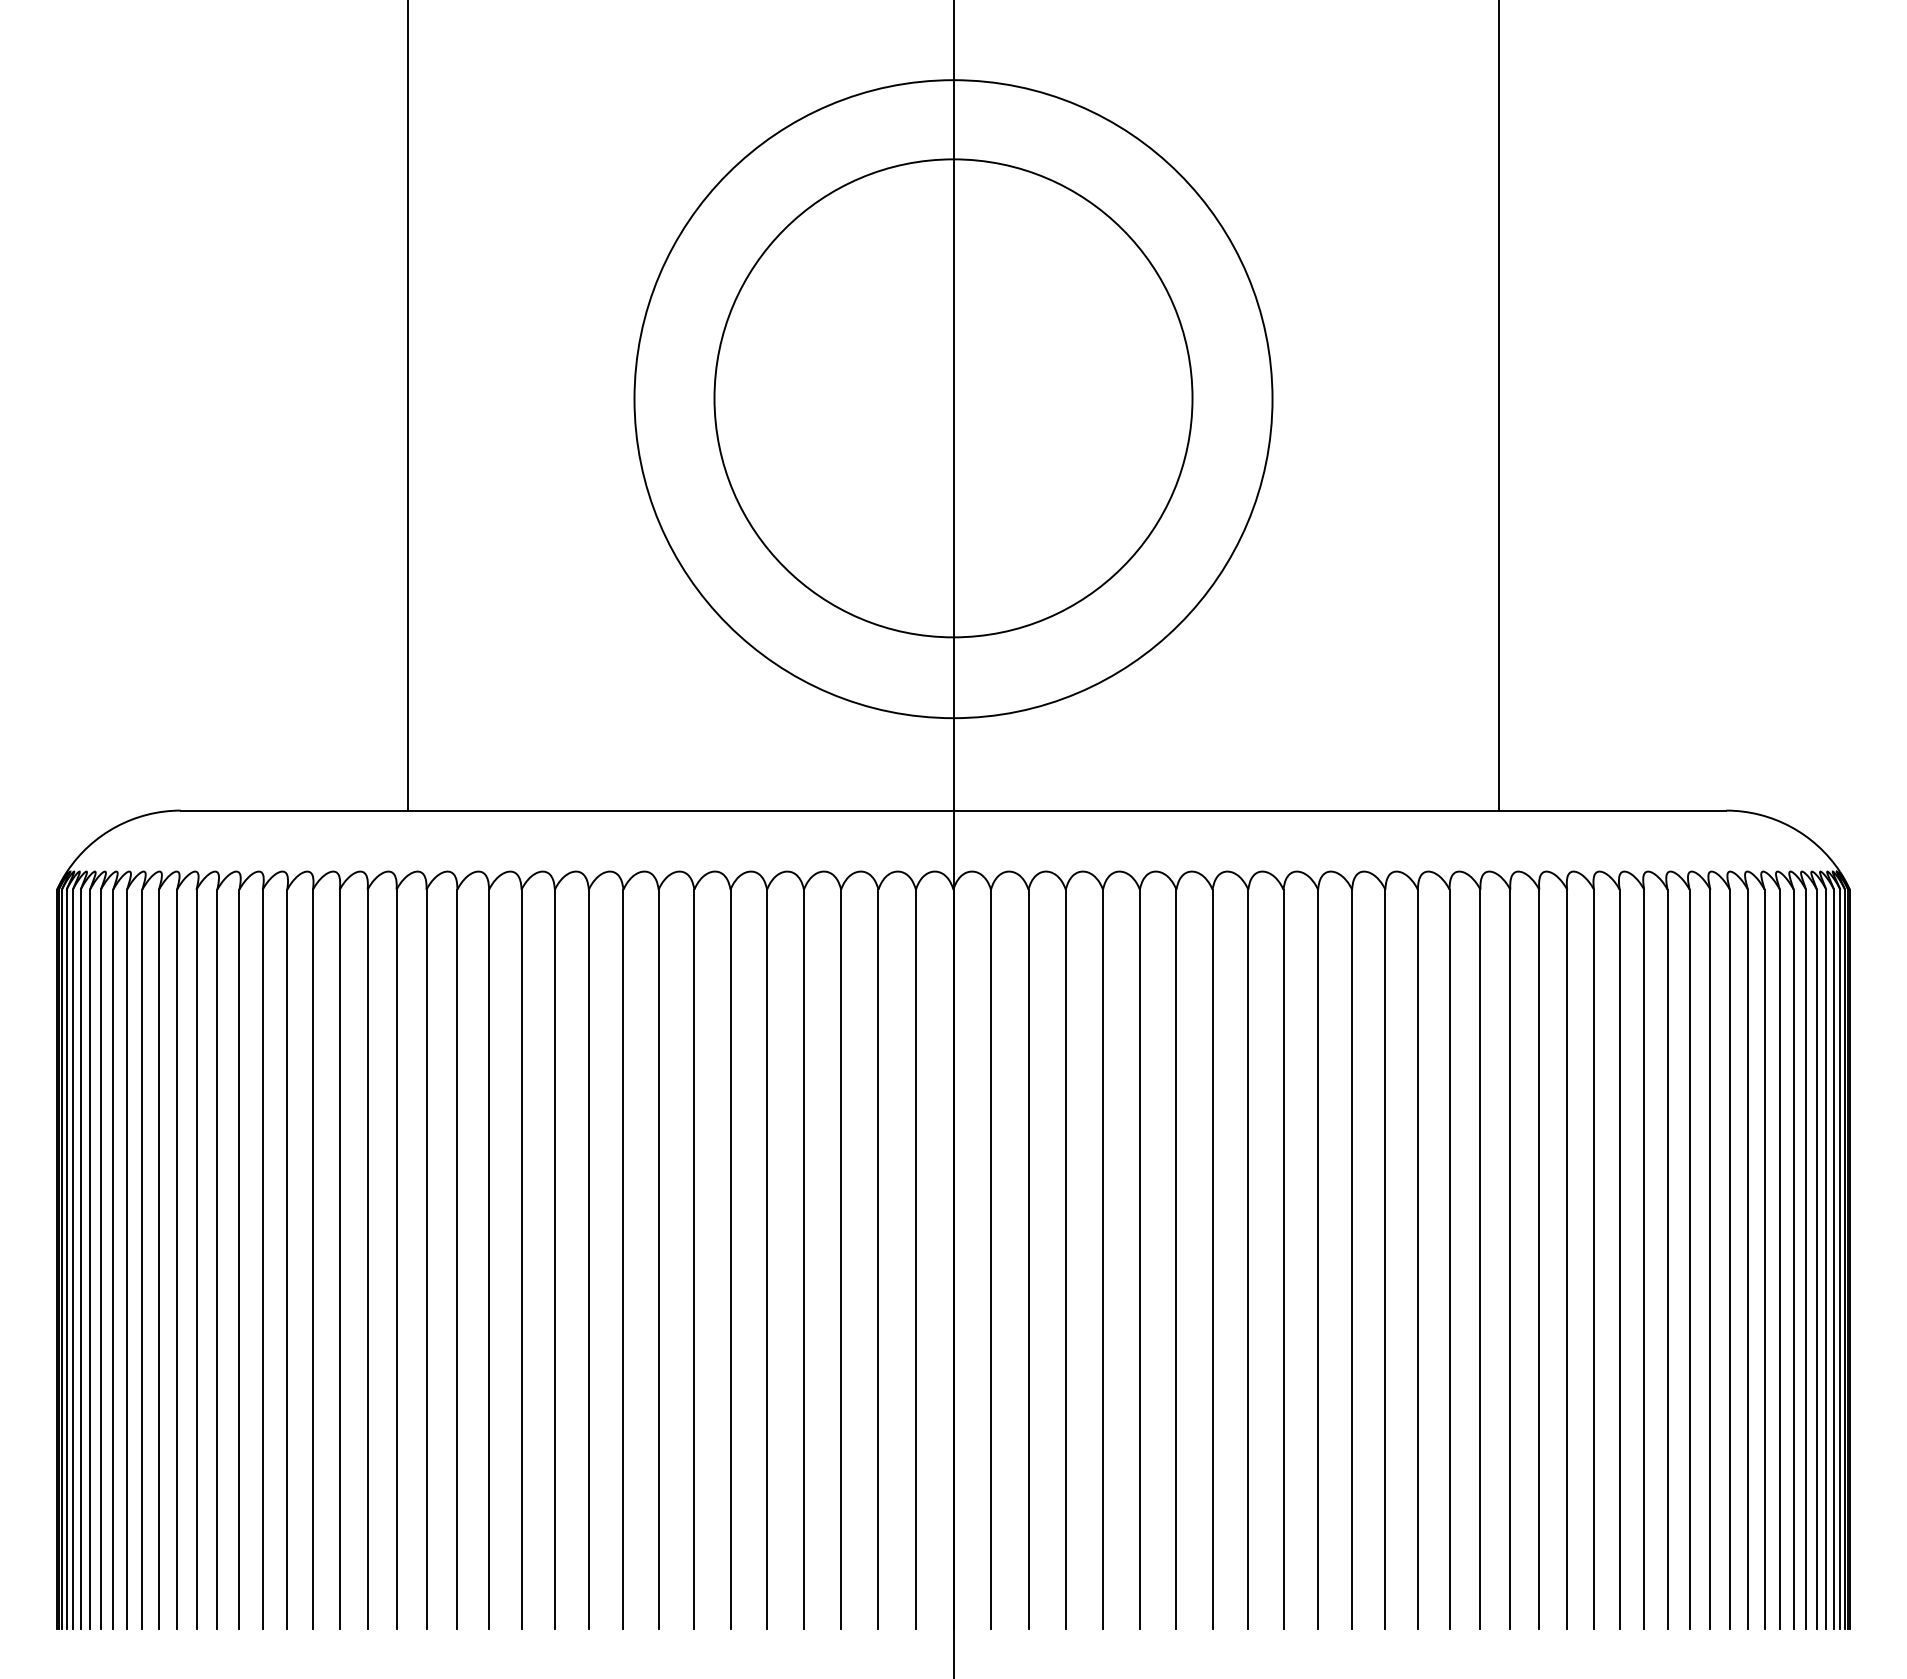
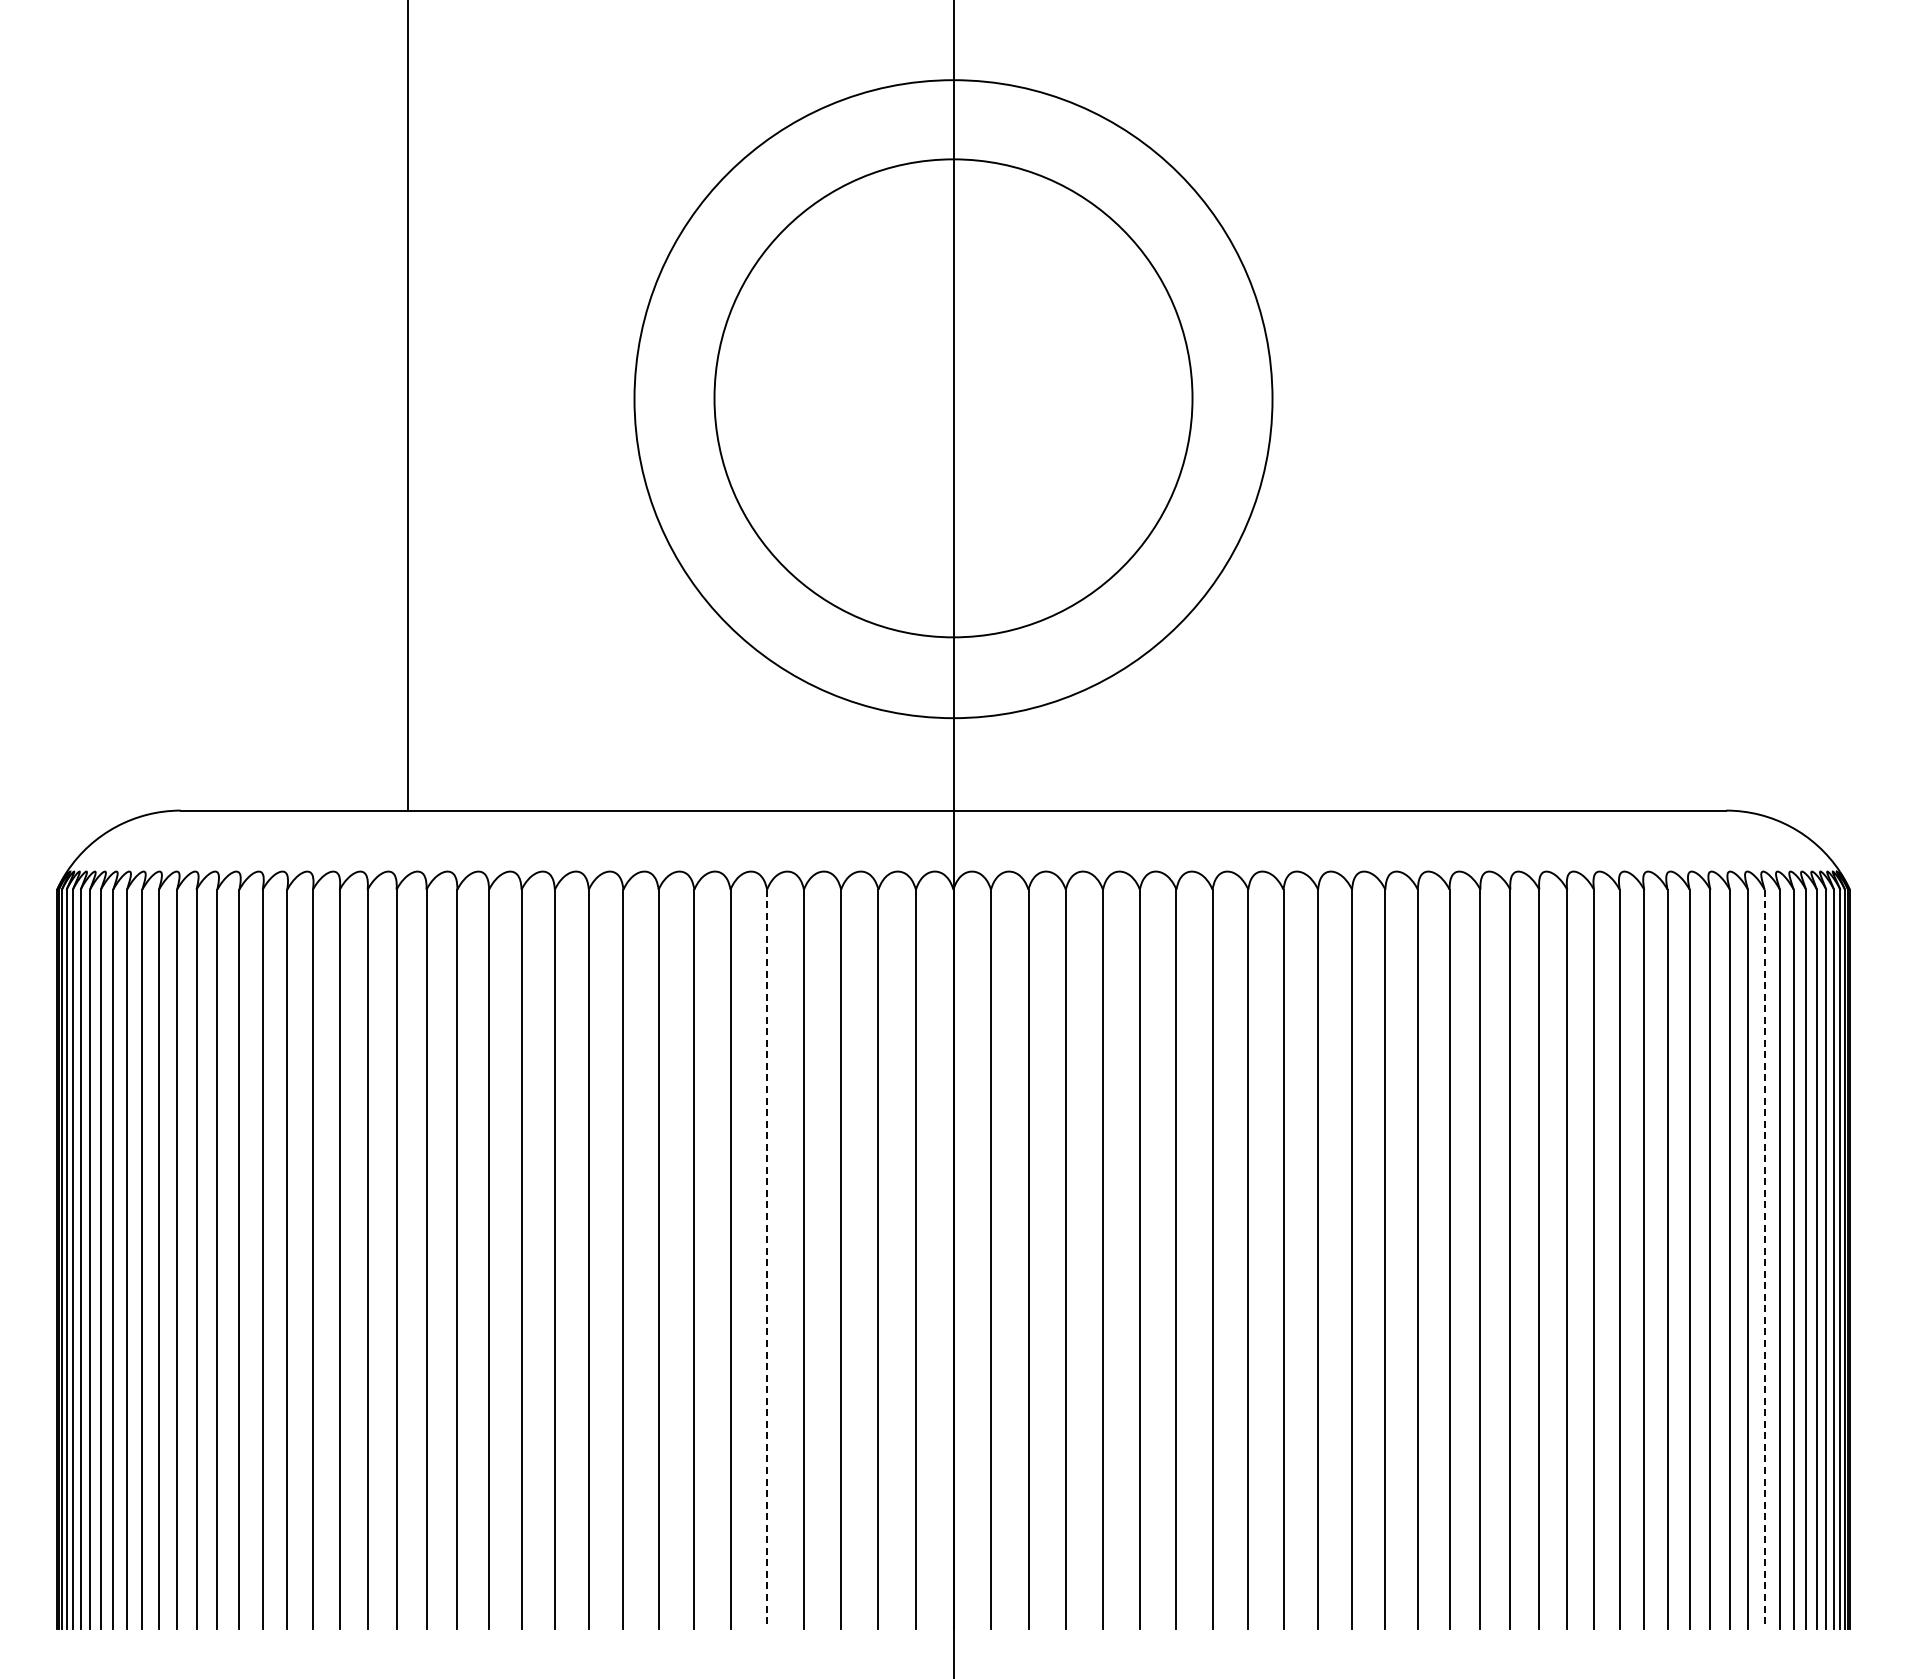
line at (1498, 406): present -> none
line at (767, 1259): solid -> dashed
line at (1764, 1259): solid -> dashed
